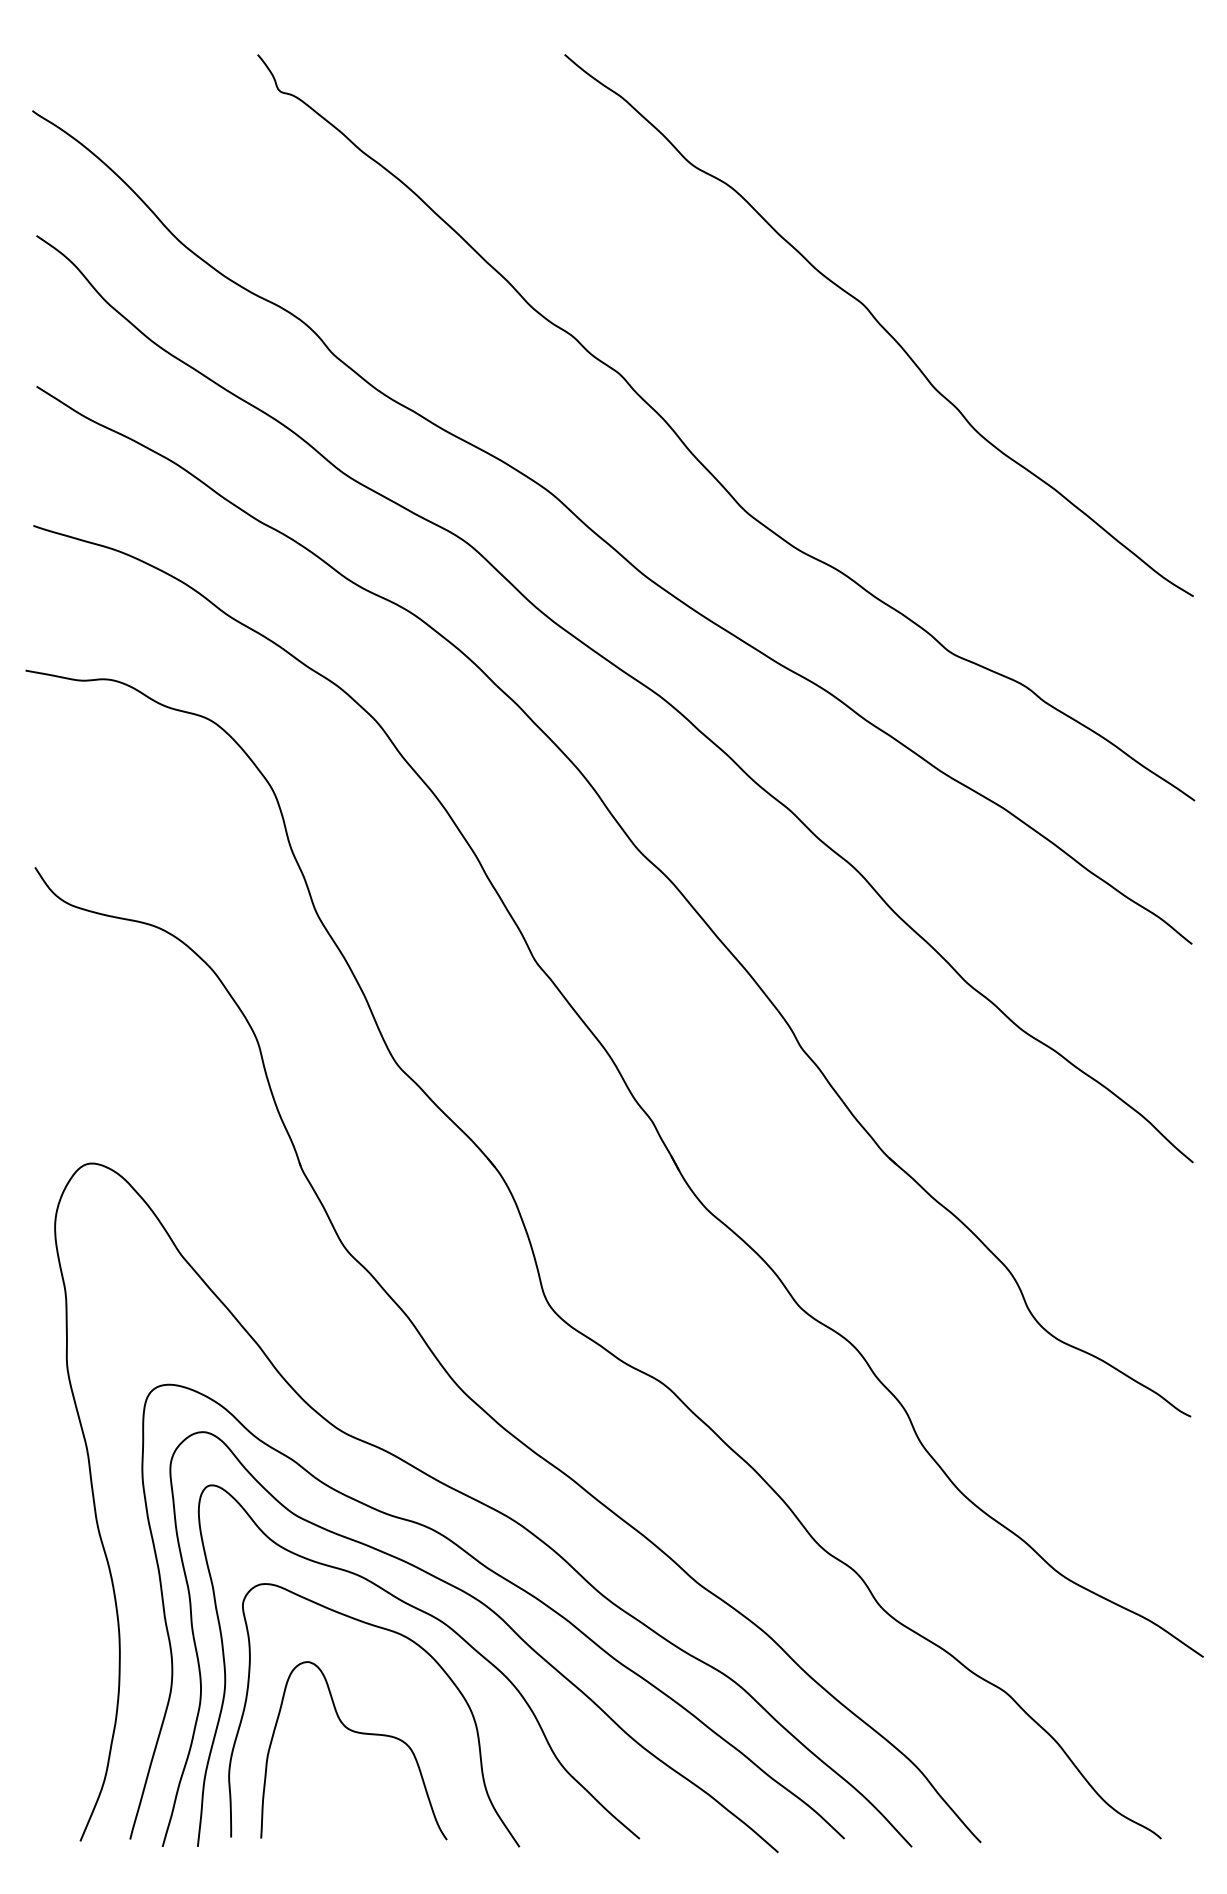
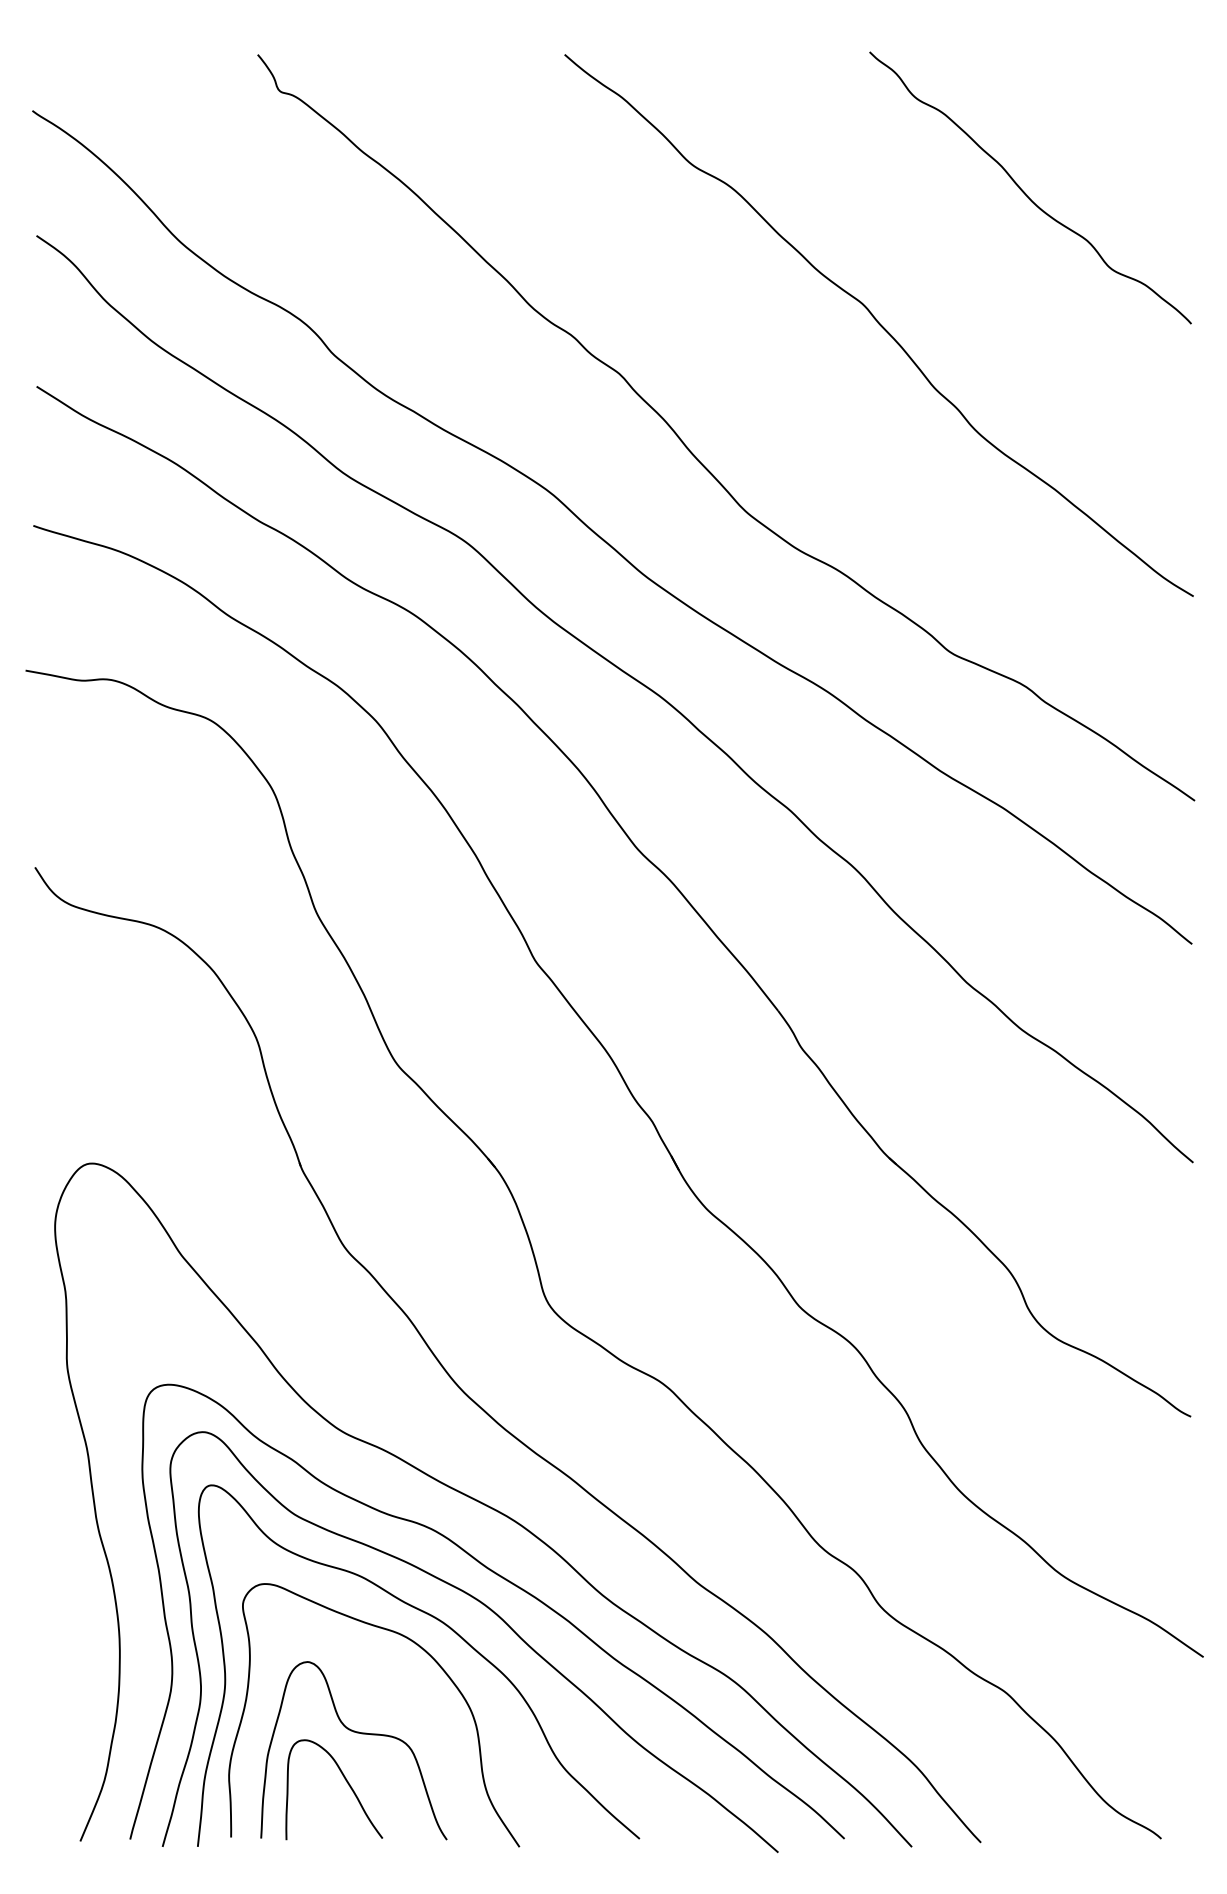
curve at (1025, 192): none -> present
curve at (346, 1782): none -> present
